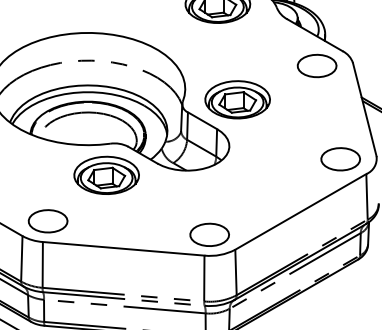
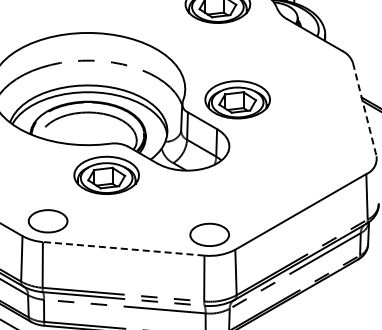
part at (316, 65): present -> none
line at (364, 110): solid -> dashed
part at (340, 159): present -> none
line at (123, 248): solid -> dashed
